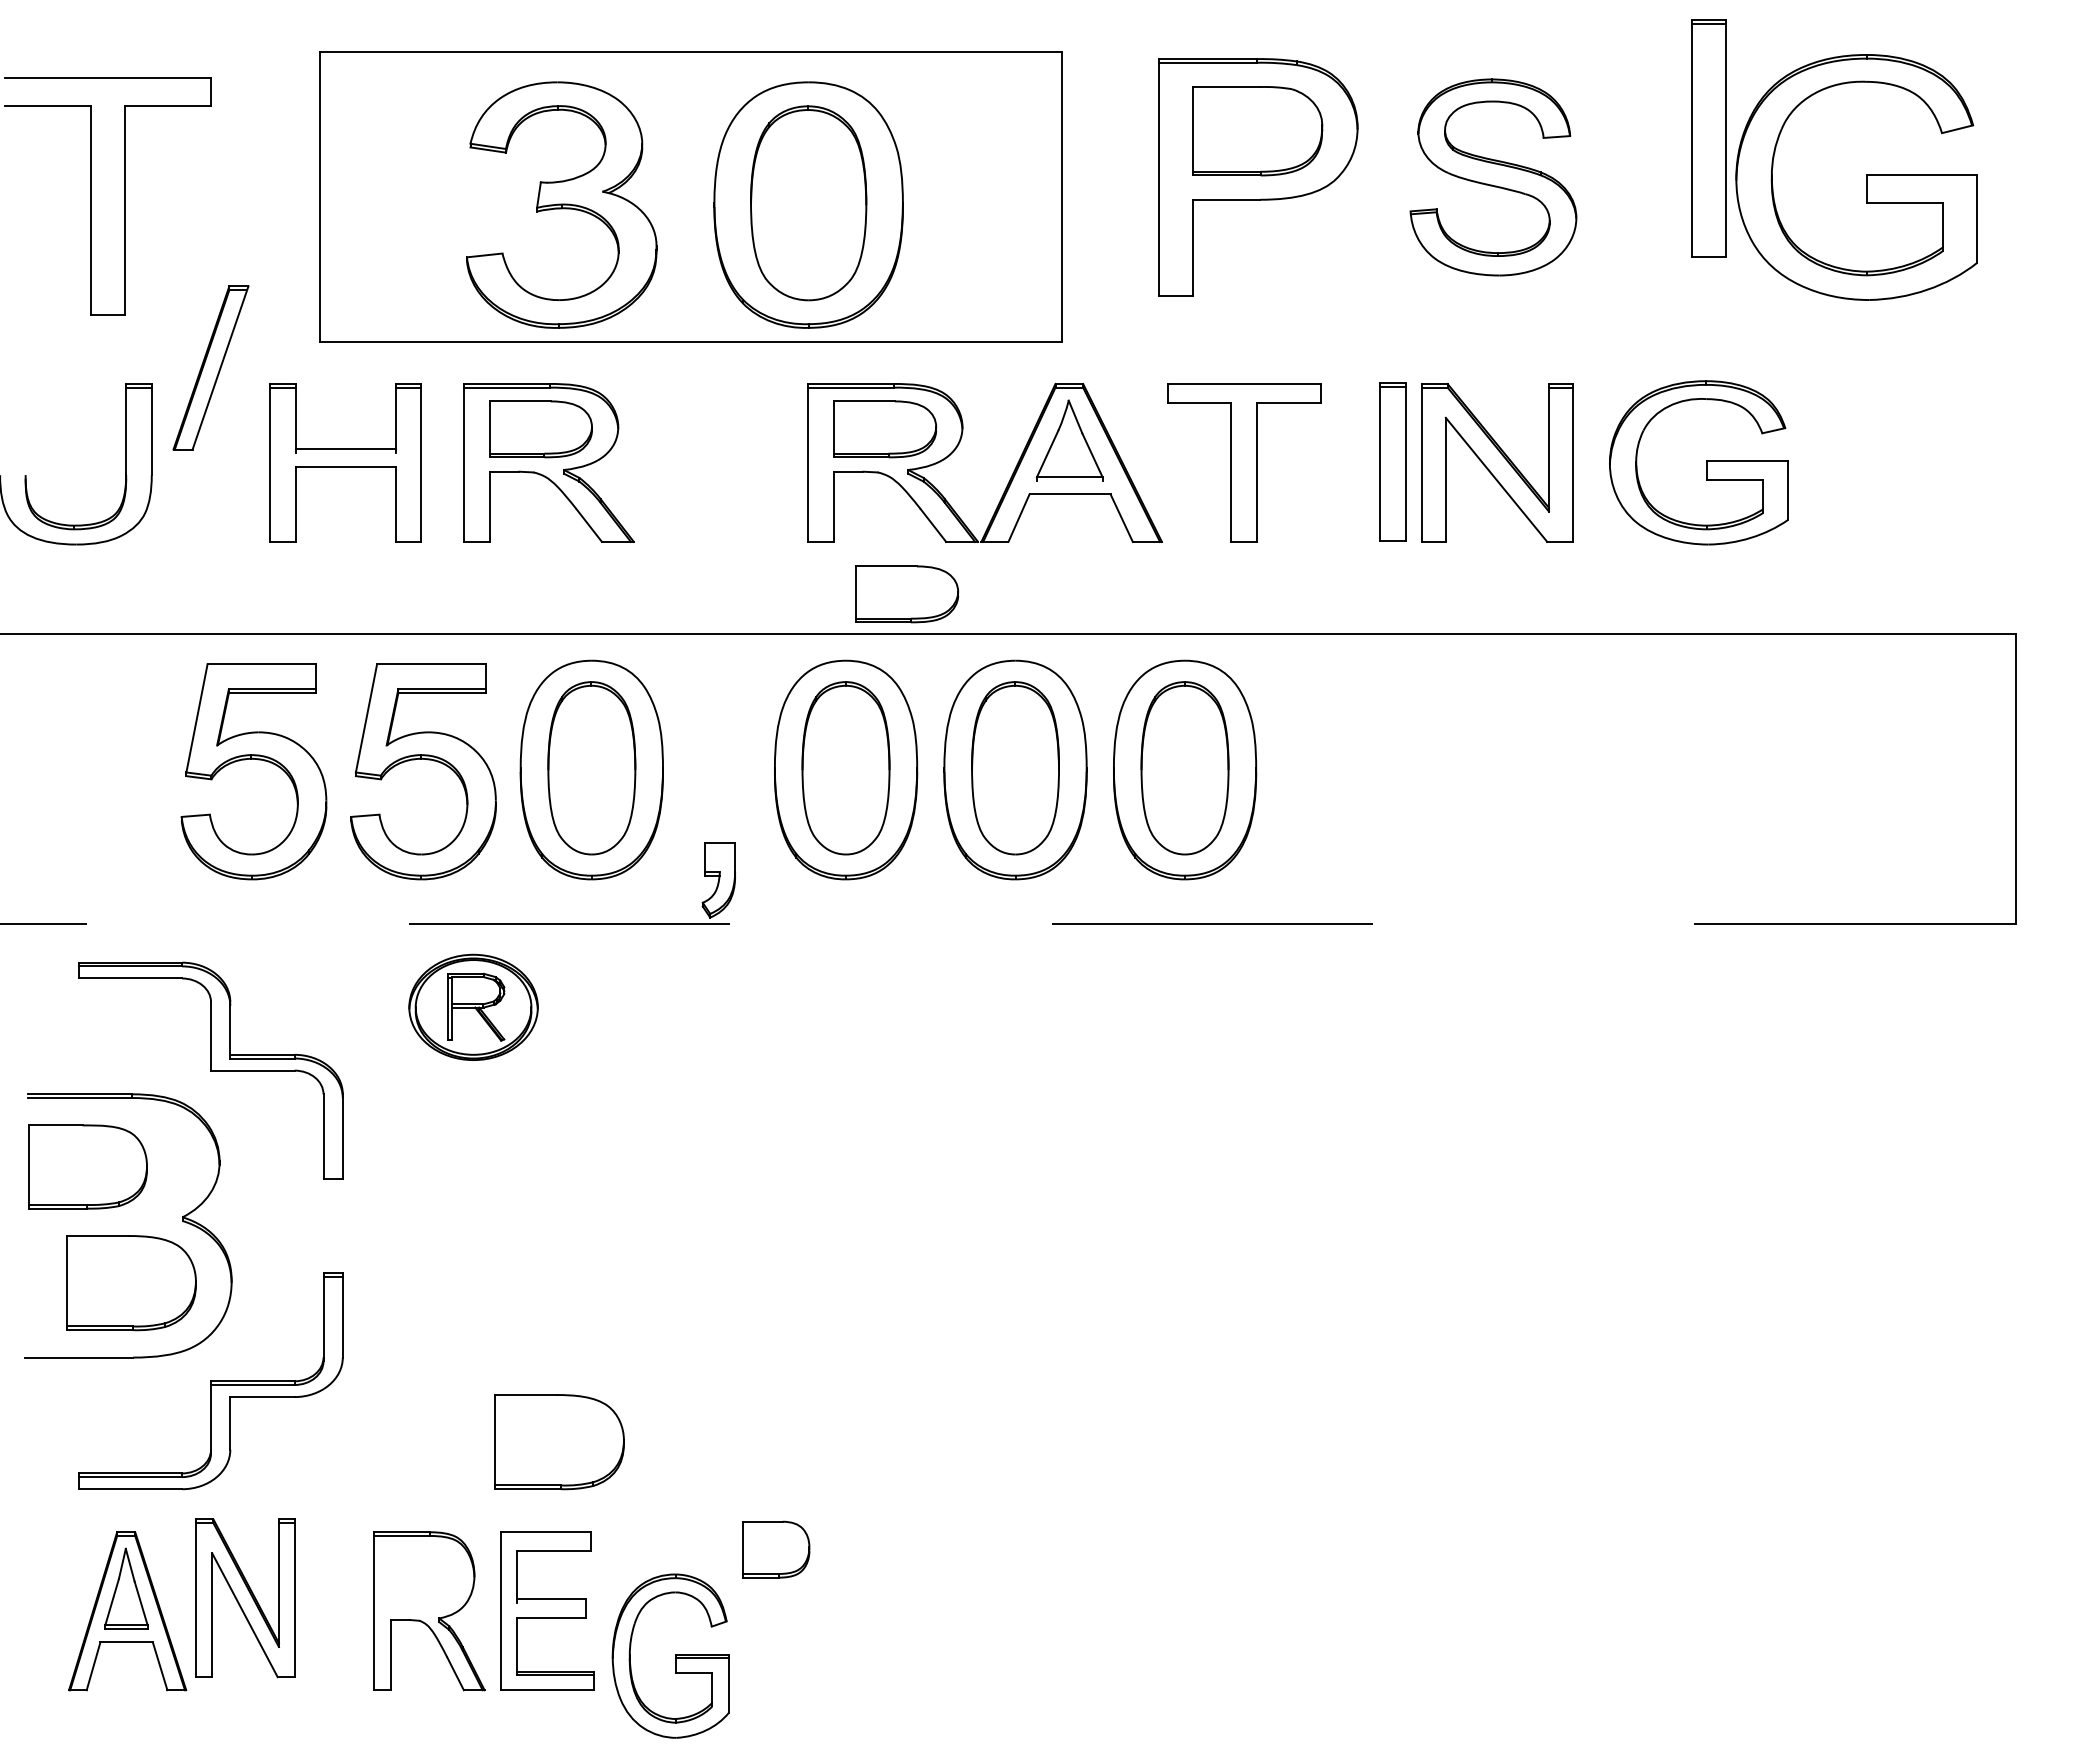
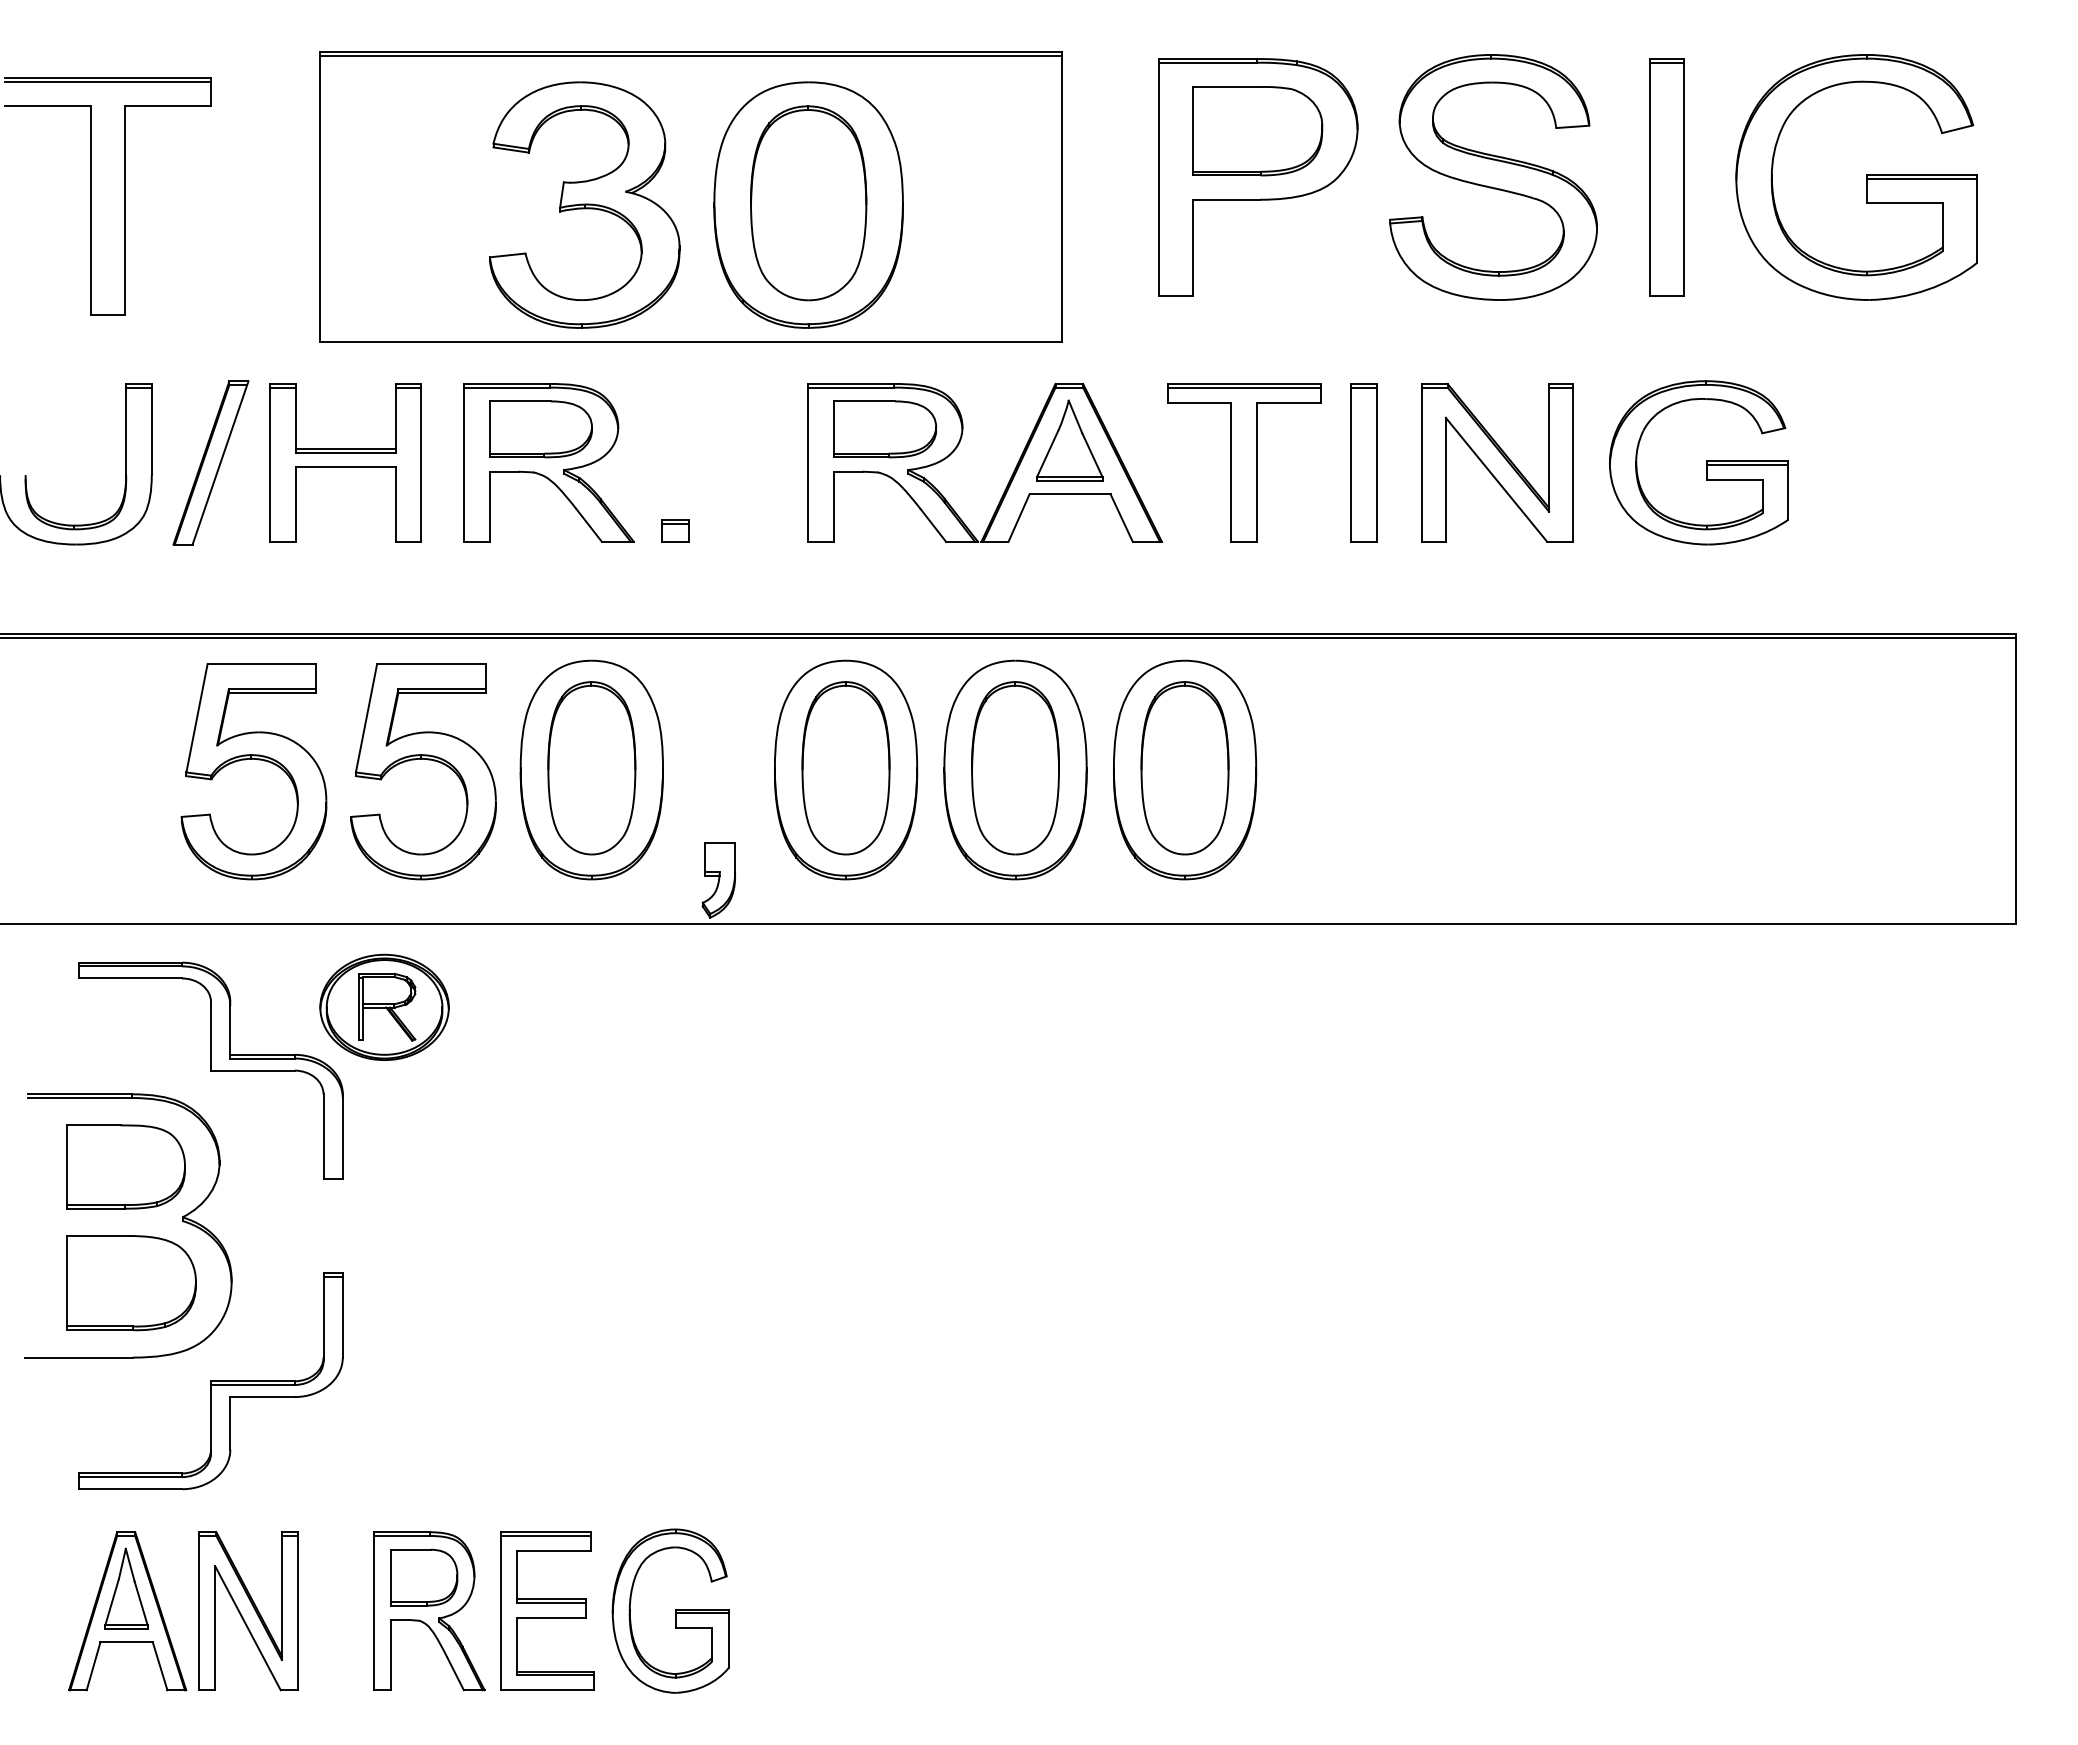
line at (690, 55): none -> present
line at (107, 82): none -> present
part at (1708, 138) position: (1708, 138) -> (1666, 177)
part at (1493, 177) size: 169x199 px -> 209x247 px
line at (1921, 178): none -> present
part at (561, 204) position: (561, 204) -> (584, 204)
part at (210, 367) position: (210, 367) -> (210, 462)
line at (1243, 387): none -> present
line at (345, 452): none -> present
part at (1392, 461) position: (1392, 461) -> (1363, 462)
line at (1747, 465): none -> present
line at (1069, 480): none -> present
part at (675, 530): none -> present
part at (907, 594): present -> none
line at (1008, 638): none -> present
line at (1007, 924): dashed -> solid
part at (473, 1006) position: (473, 1006) -> (384, 1006)
part at (87, 1166) position: (87, 1166) -> (125, 1166)
part at (559, 1442): present -> none
line at (545, 1535): none -> present
part at (776, 1549) position: (776, 1549) -> (424, 1577)
part at (245, 1598) position: (245, 1598) -> (248, 1611)
line at (551, 1602): none -> present
part at (670, 1655) position: (670, 1655) -> (670, 1610)
